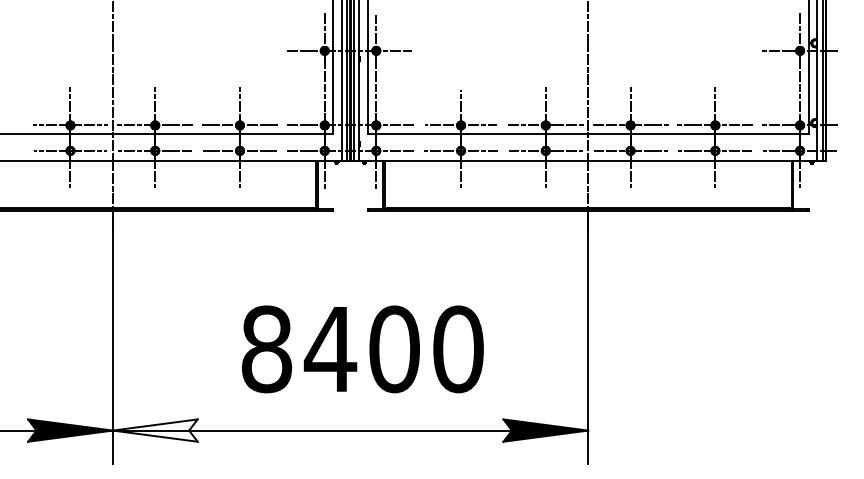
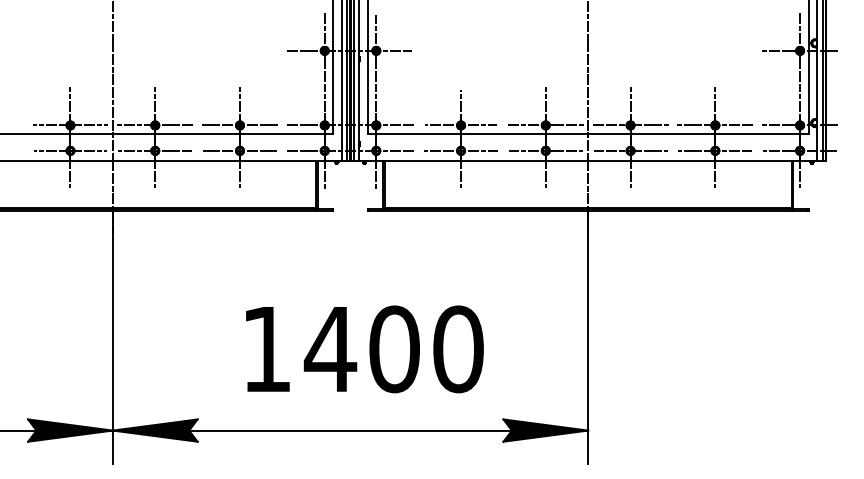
text at (266, 349): 8400 -> 1400
fill at (154, 430): none -> present
